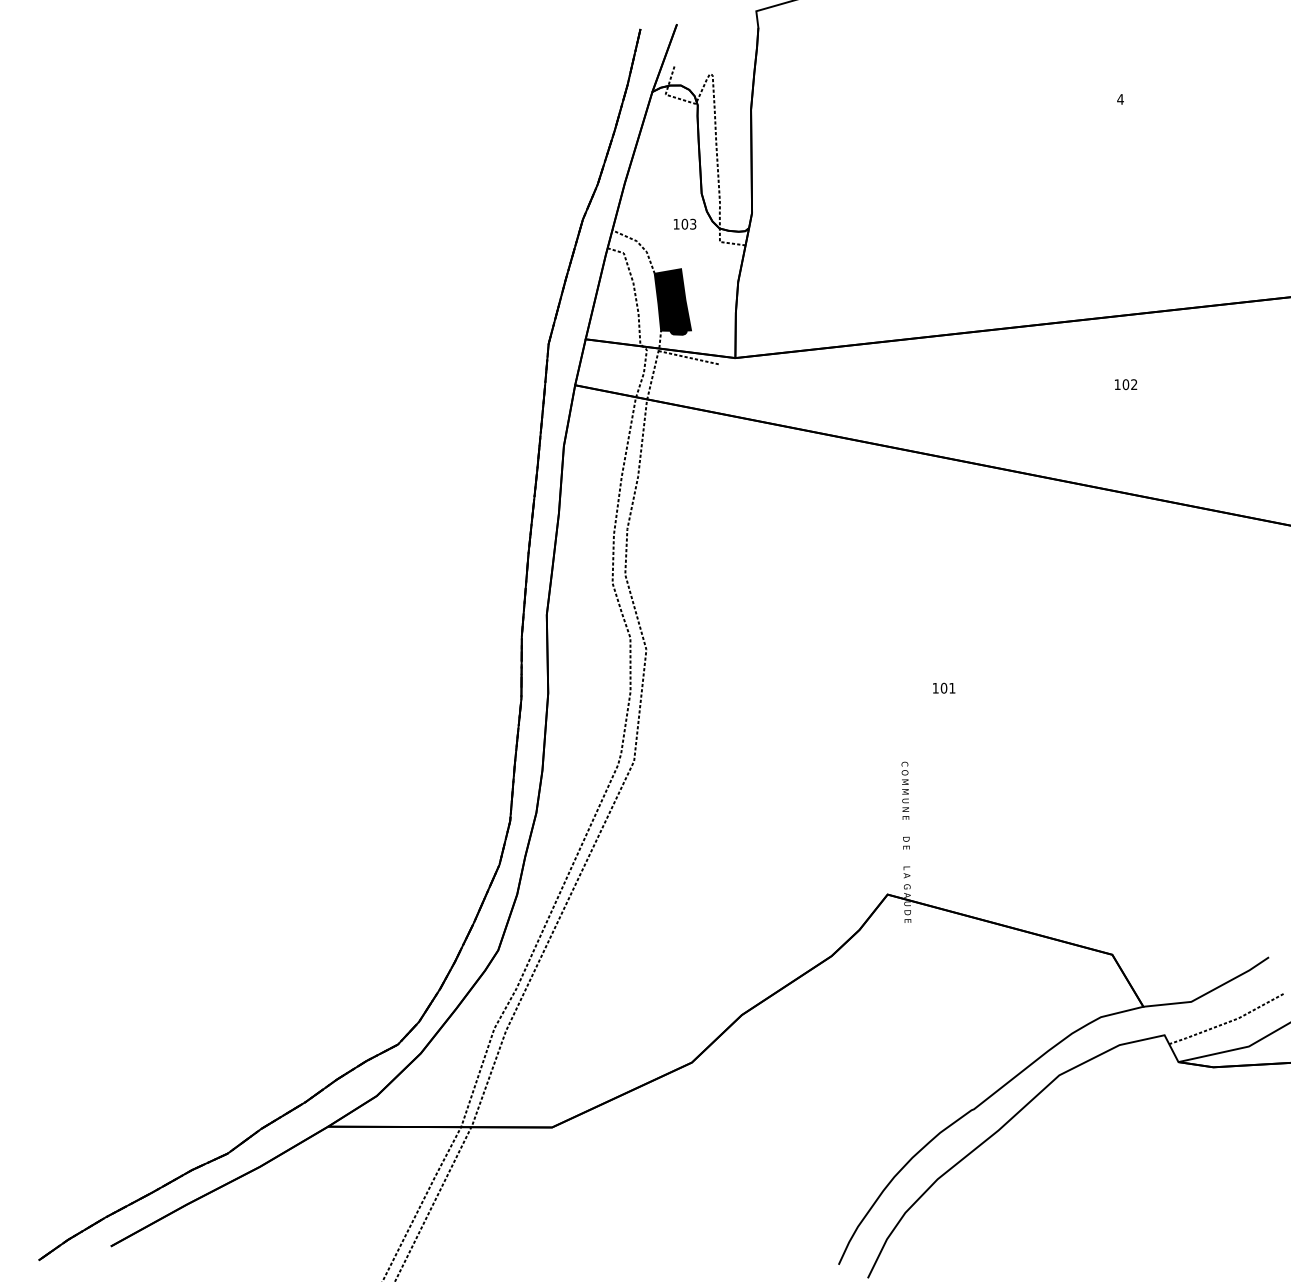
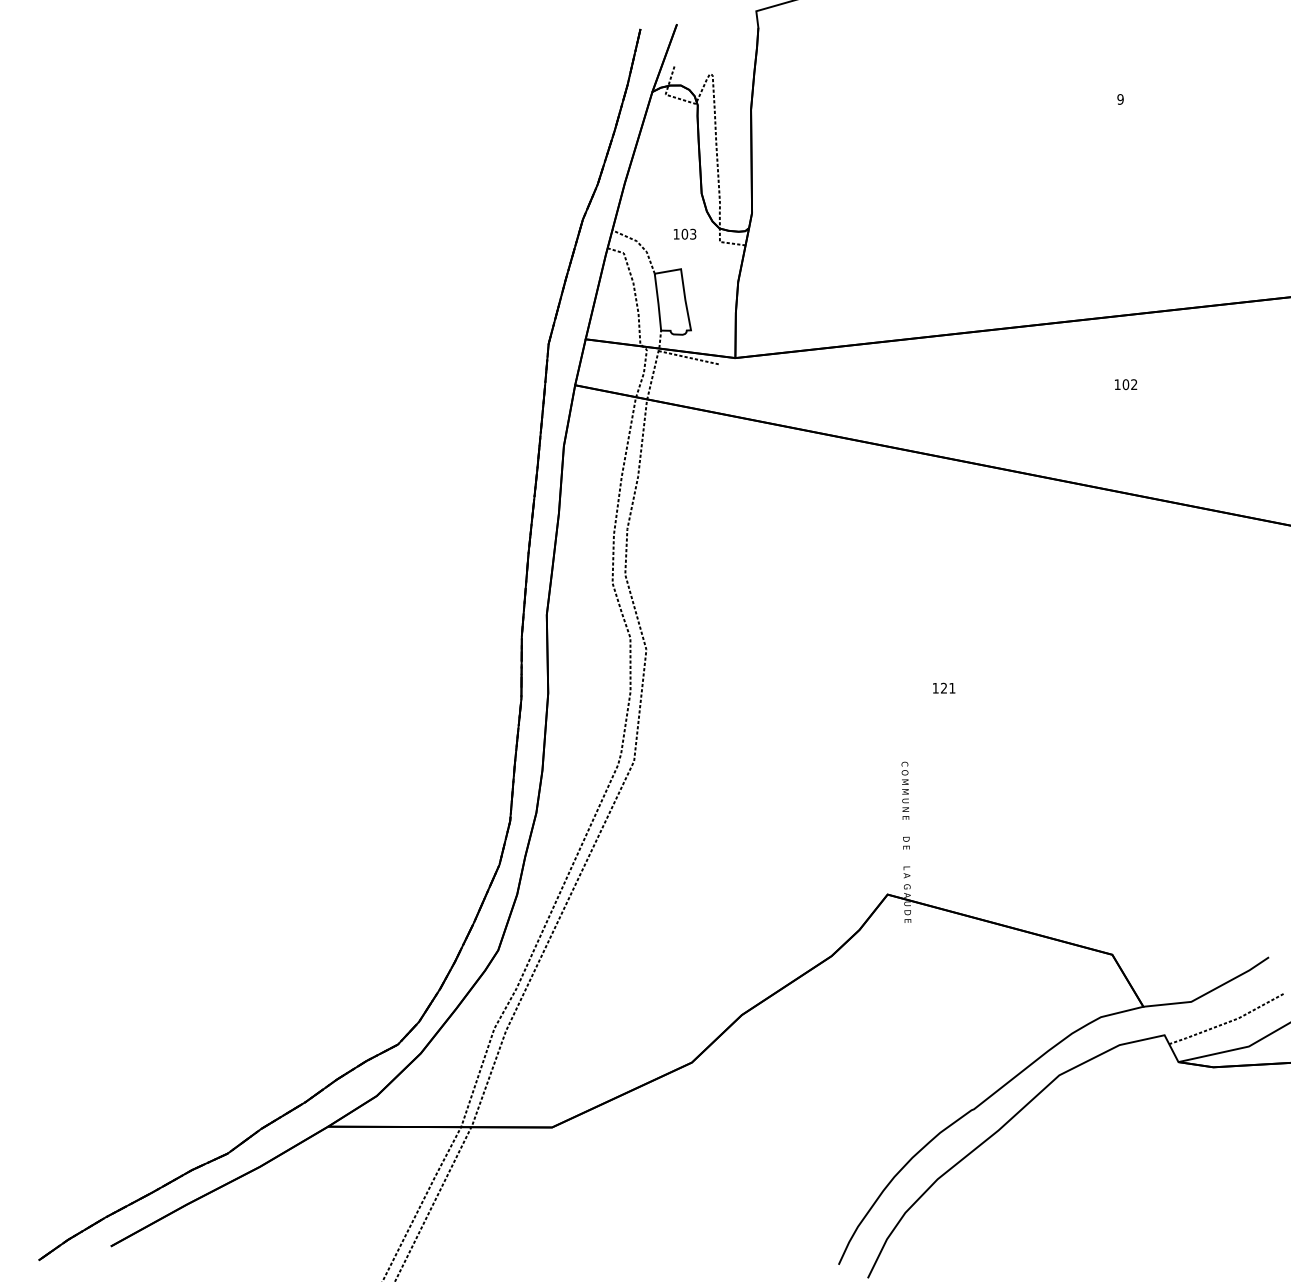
text at (1120, 99): 4 -> 9
text at (685, 223) position: (685, 223) -> (685, 233)
fill at (672, 301): present -> none
text at (943, 688): 101 -> 121
